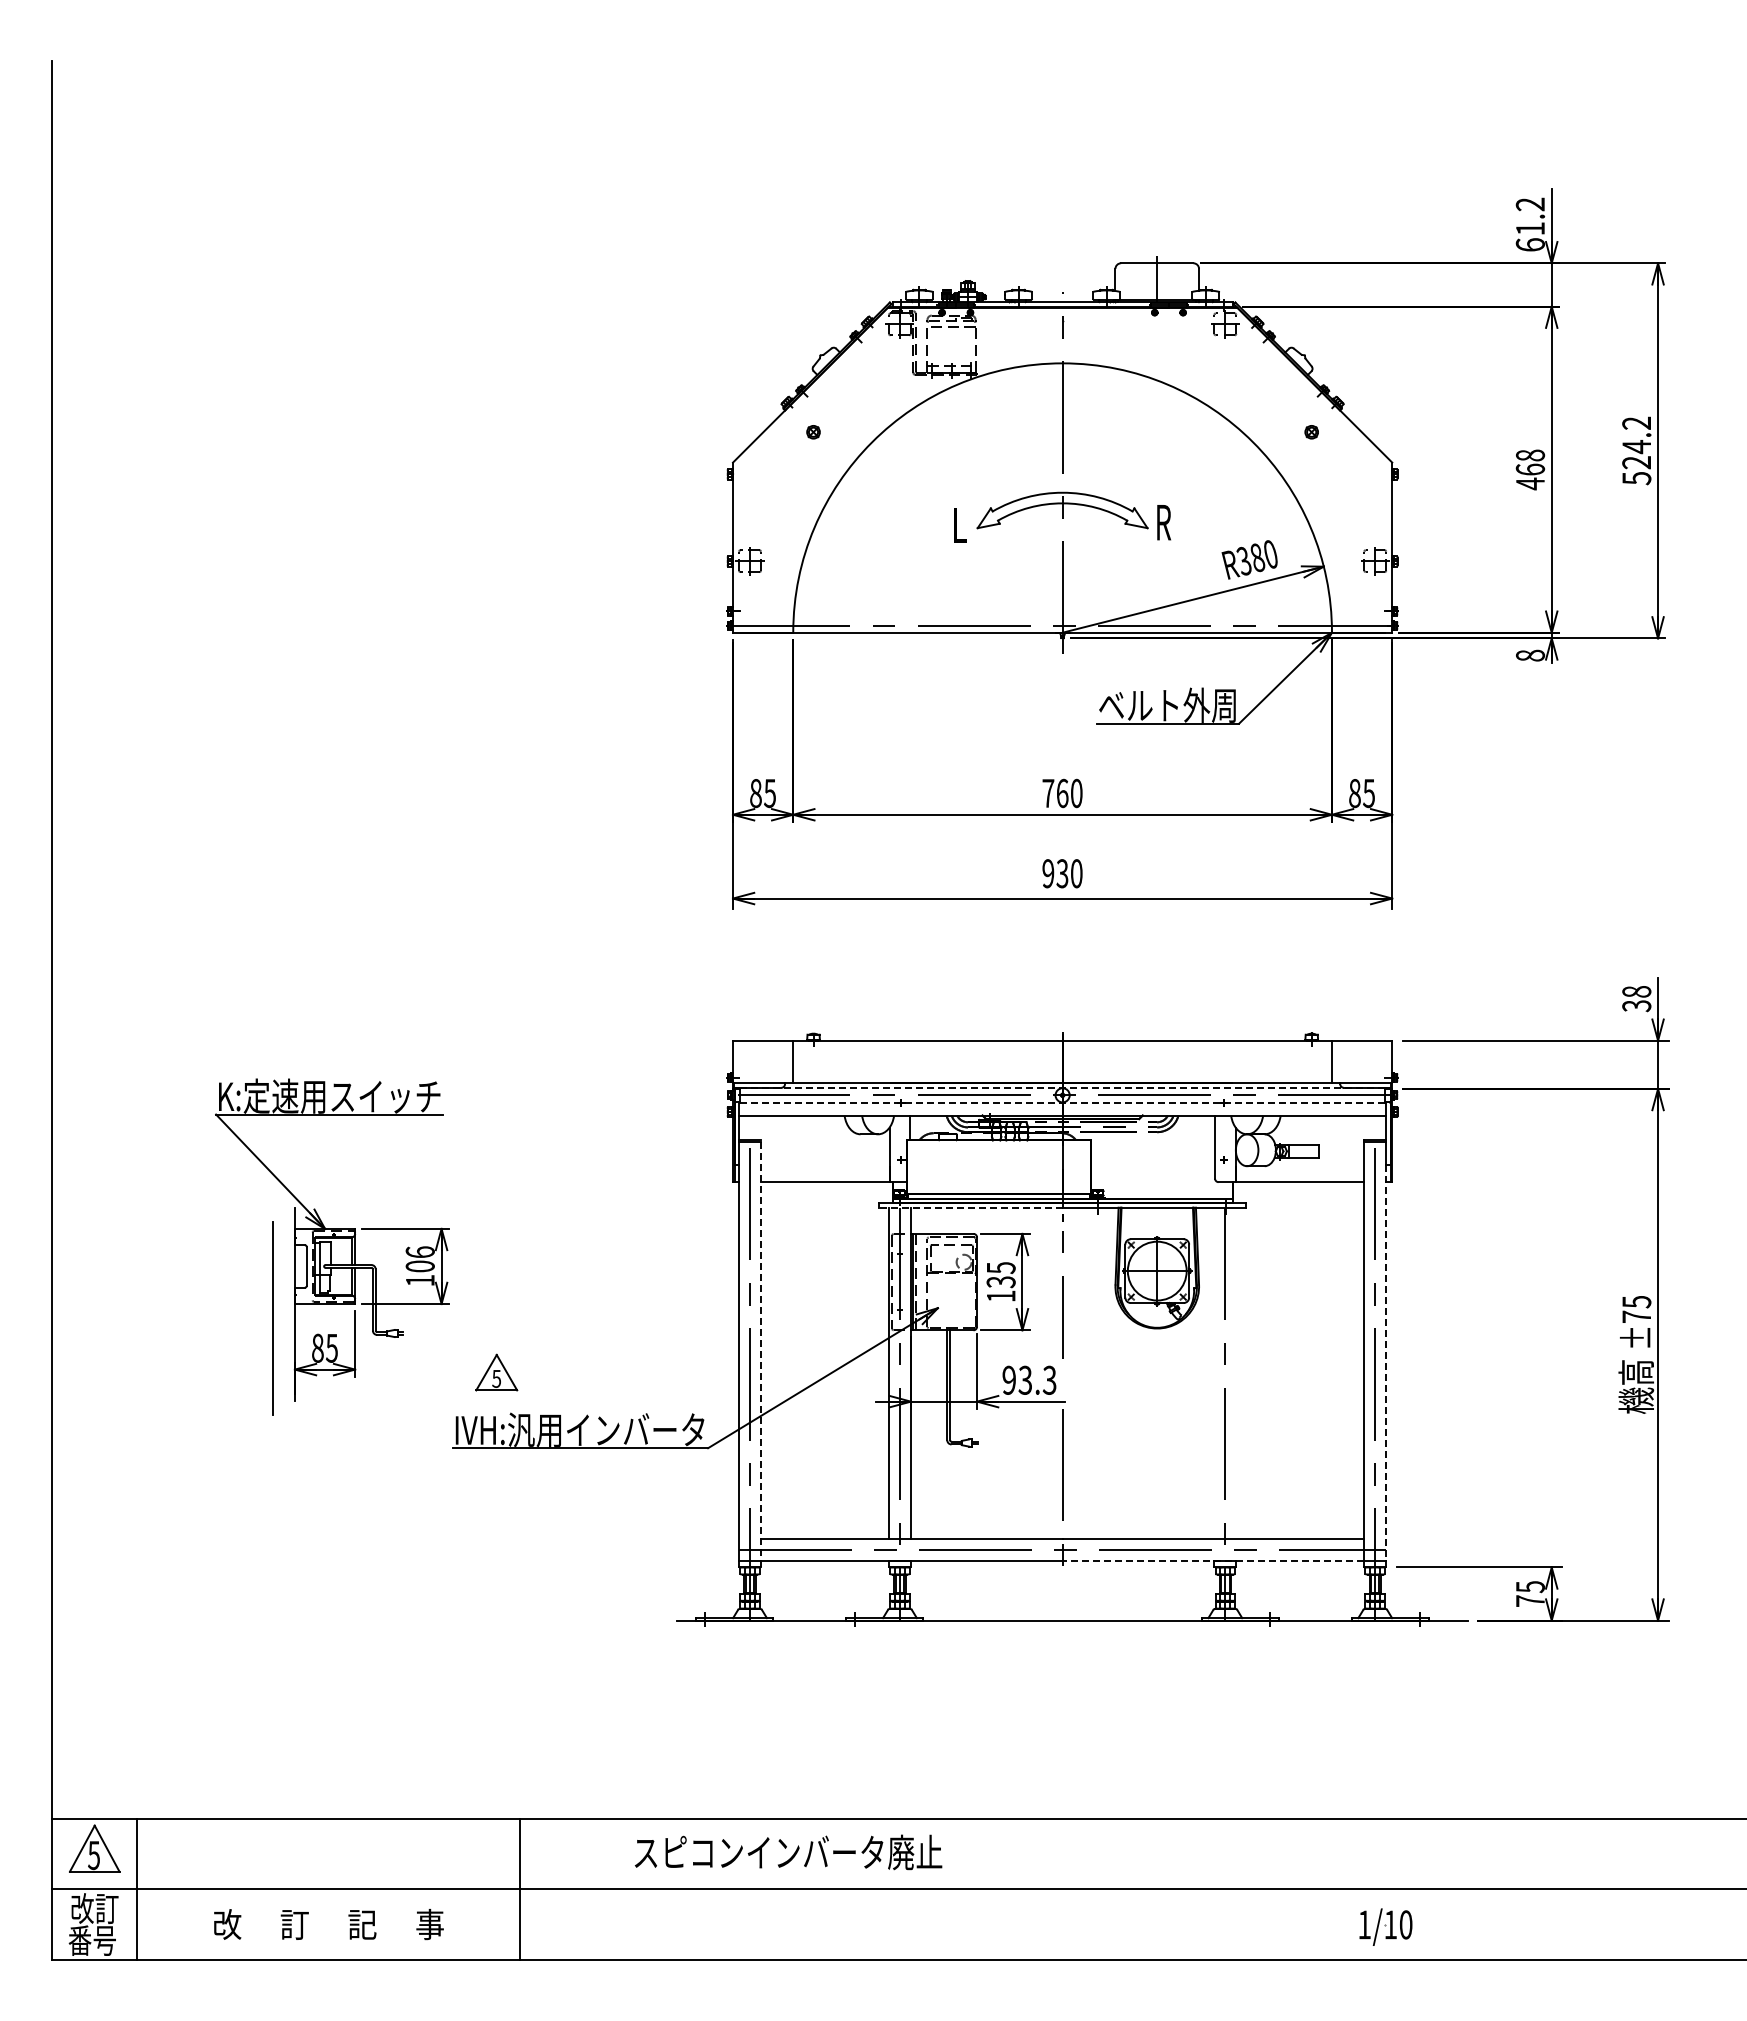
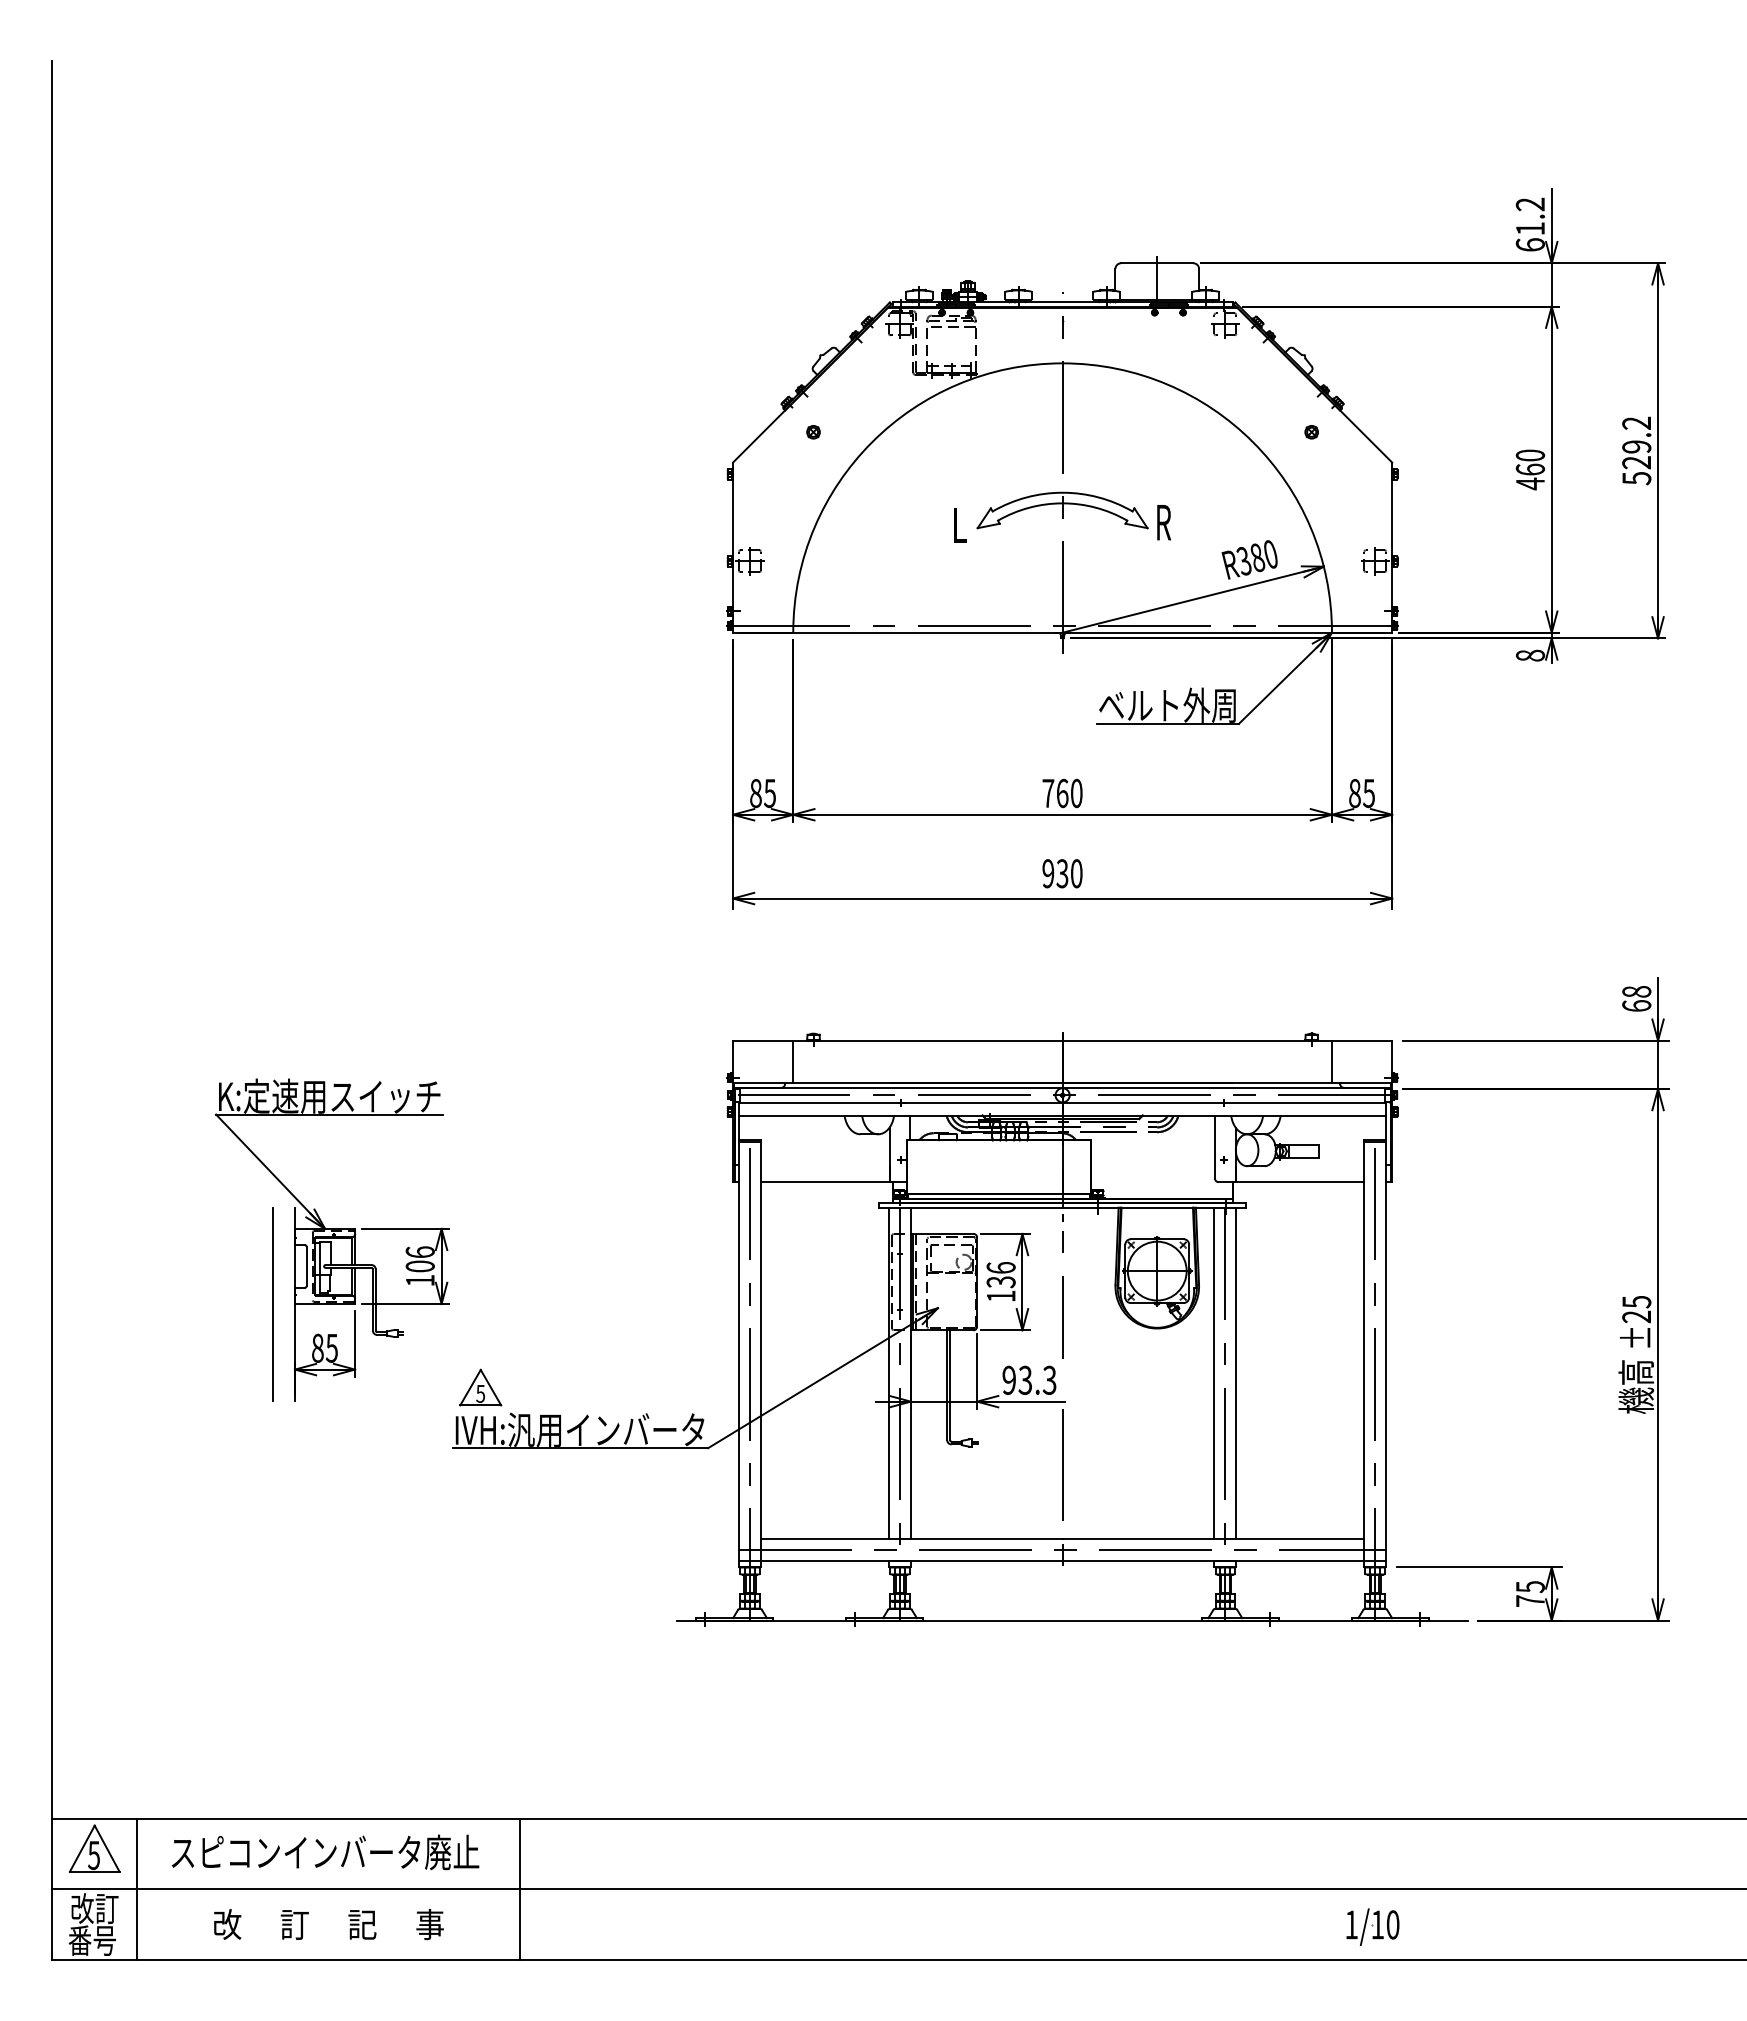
text at (1636, 447): 524.2 -> 529.2
text at (1530, 455): 468 -> 460
text at (1636, 1006): 38 -> 68
line at (1063, 1087): dashed -> solid
line at (1062, 1102): dashed -> solid
line at (971, 1207): dashed -> solid
text at (1000, 1268): 135 -> 136
text at (1636, 1316): ±75 -> ±25
line at (272, 1318) position: (272, 1318) -> (272, 1304)
line at (761, 1353): dashed -> solid
line at (1386, 1363): dashed -> solid
part at (496, 1372) position: (496, 1372) -> (480, 1387)
line at (1214, 1373): none -> present
line at (1236, 1373): none -> present
line at (1213, 1561): dashed -> solid
text at (788, 1852) position: (788, 1852) -> (325, 1852)
part at (1385, 1926) position: (1385, 1926) -> (1372, 1926)
